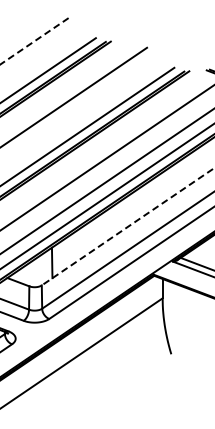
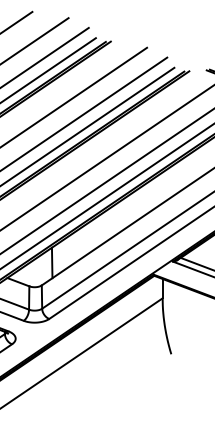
line at (17, 21): none -> present
line at (33, 41): dashed -> solid
line at (45, 56): none -> present
line at (84, 113): none -> present
line at (128, 226): dashed -> solid
